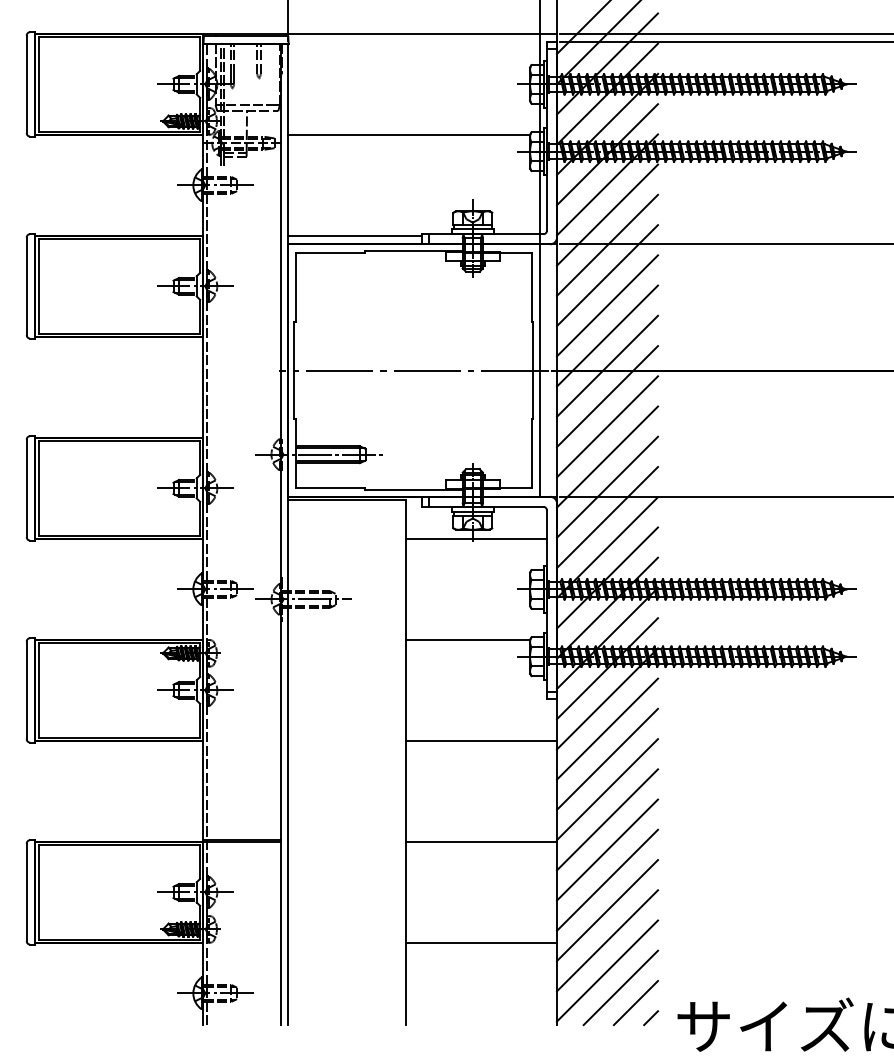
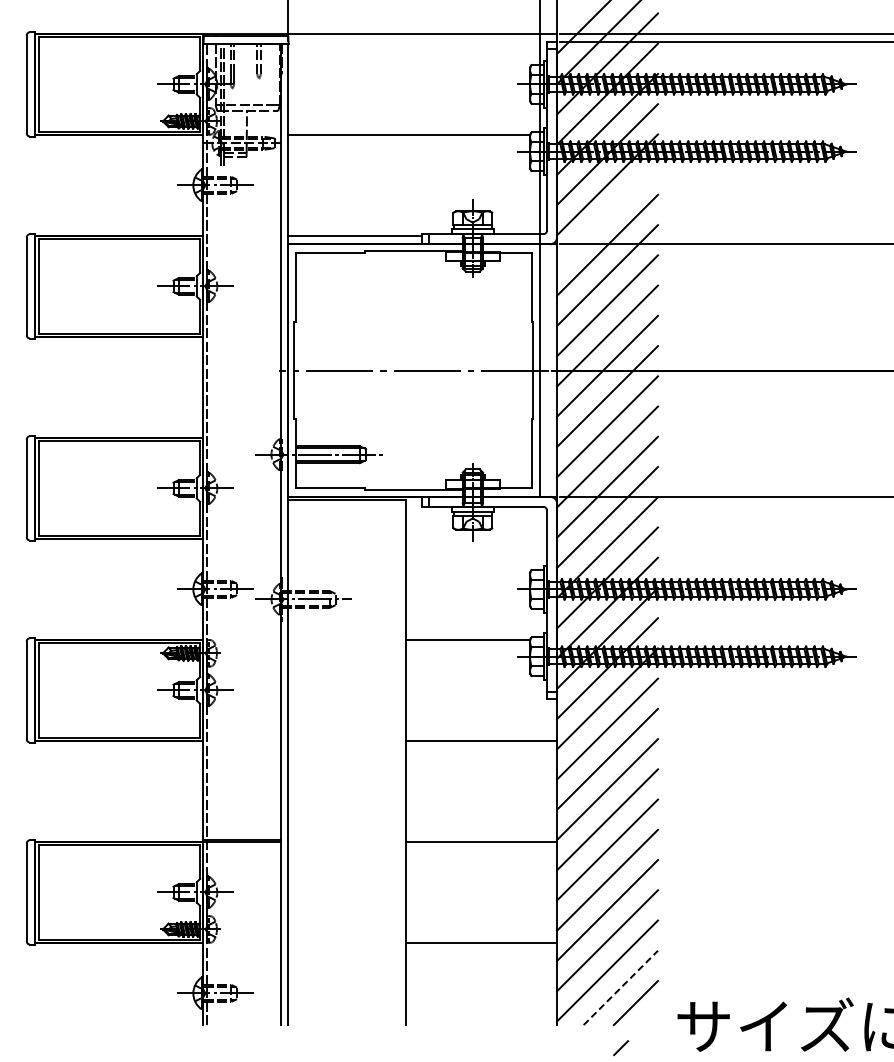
line at (607, 214): present -> none
line at (475, 538): present -> none
line at (620, 987): solid -> dashed
line at (651, 1018) position: (651, 1018) -> (621, 1048)
